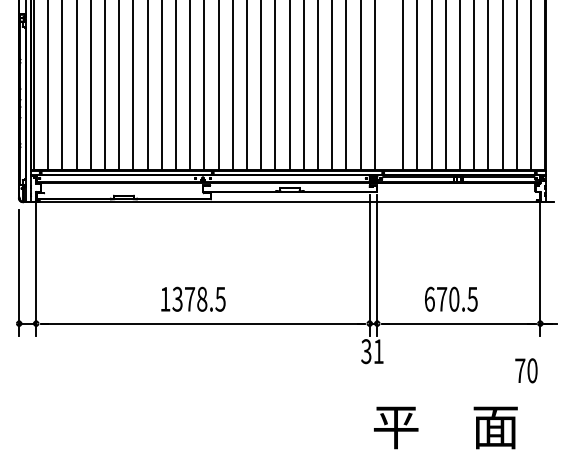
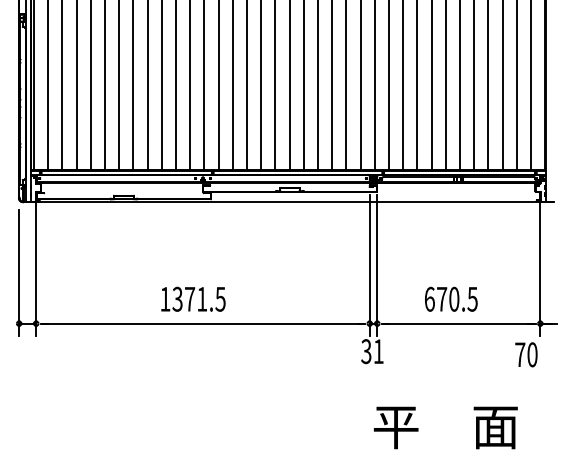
line at (389, 86): none -> present
text at (202, 298): 1378.5 -> 1371.5
text at (526, 370) position: (526, 370) -> (526, 354)
